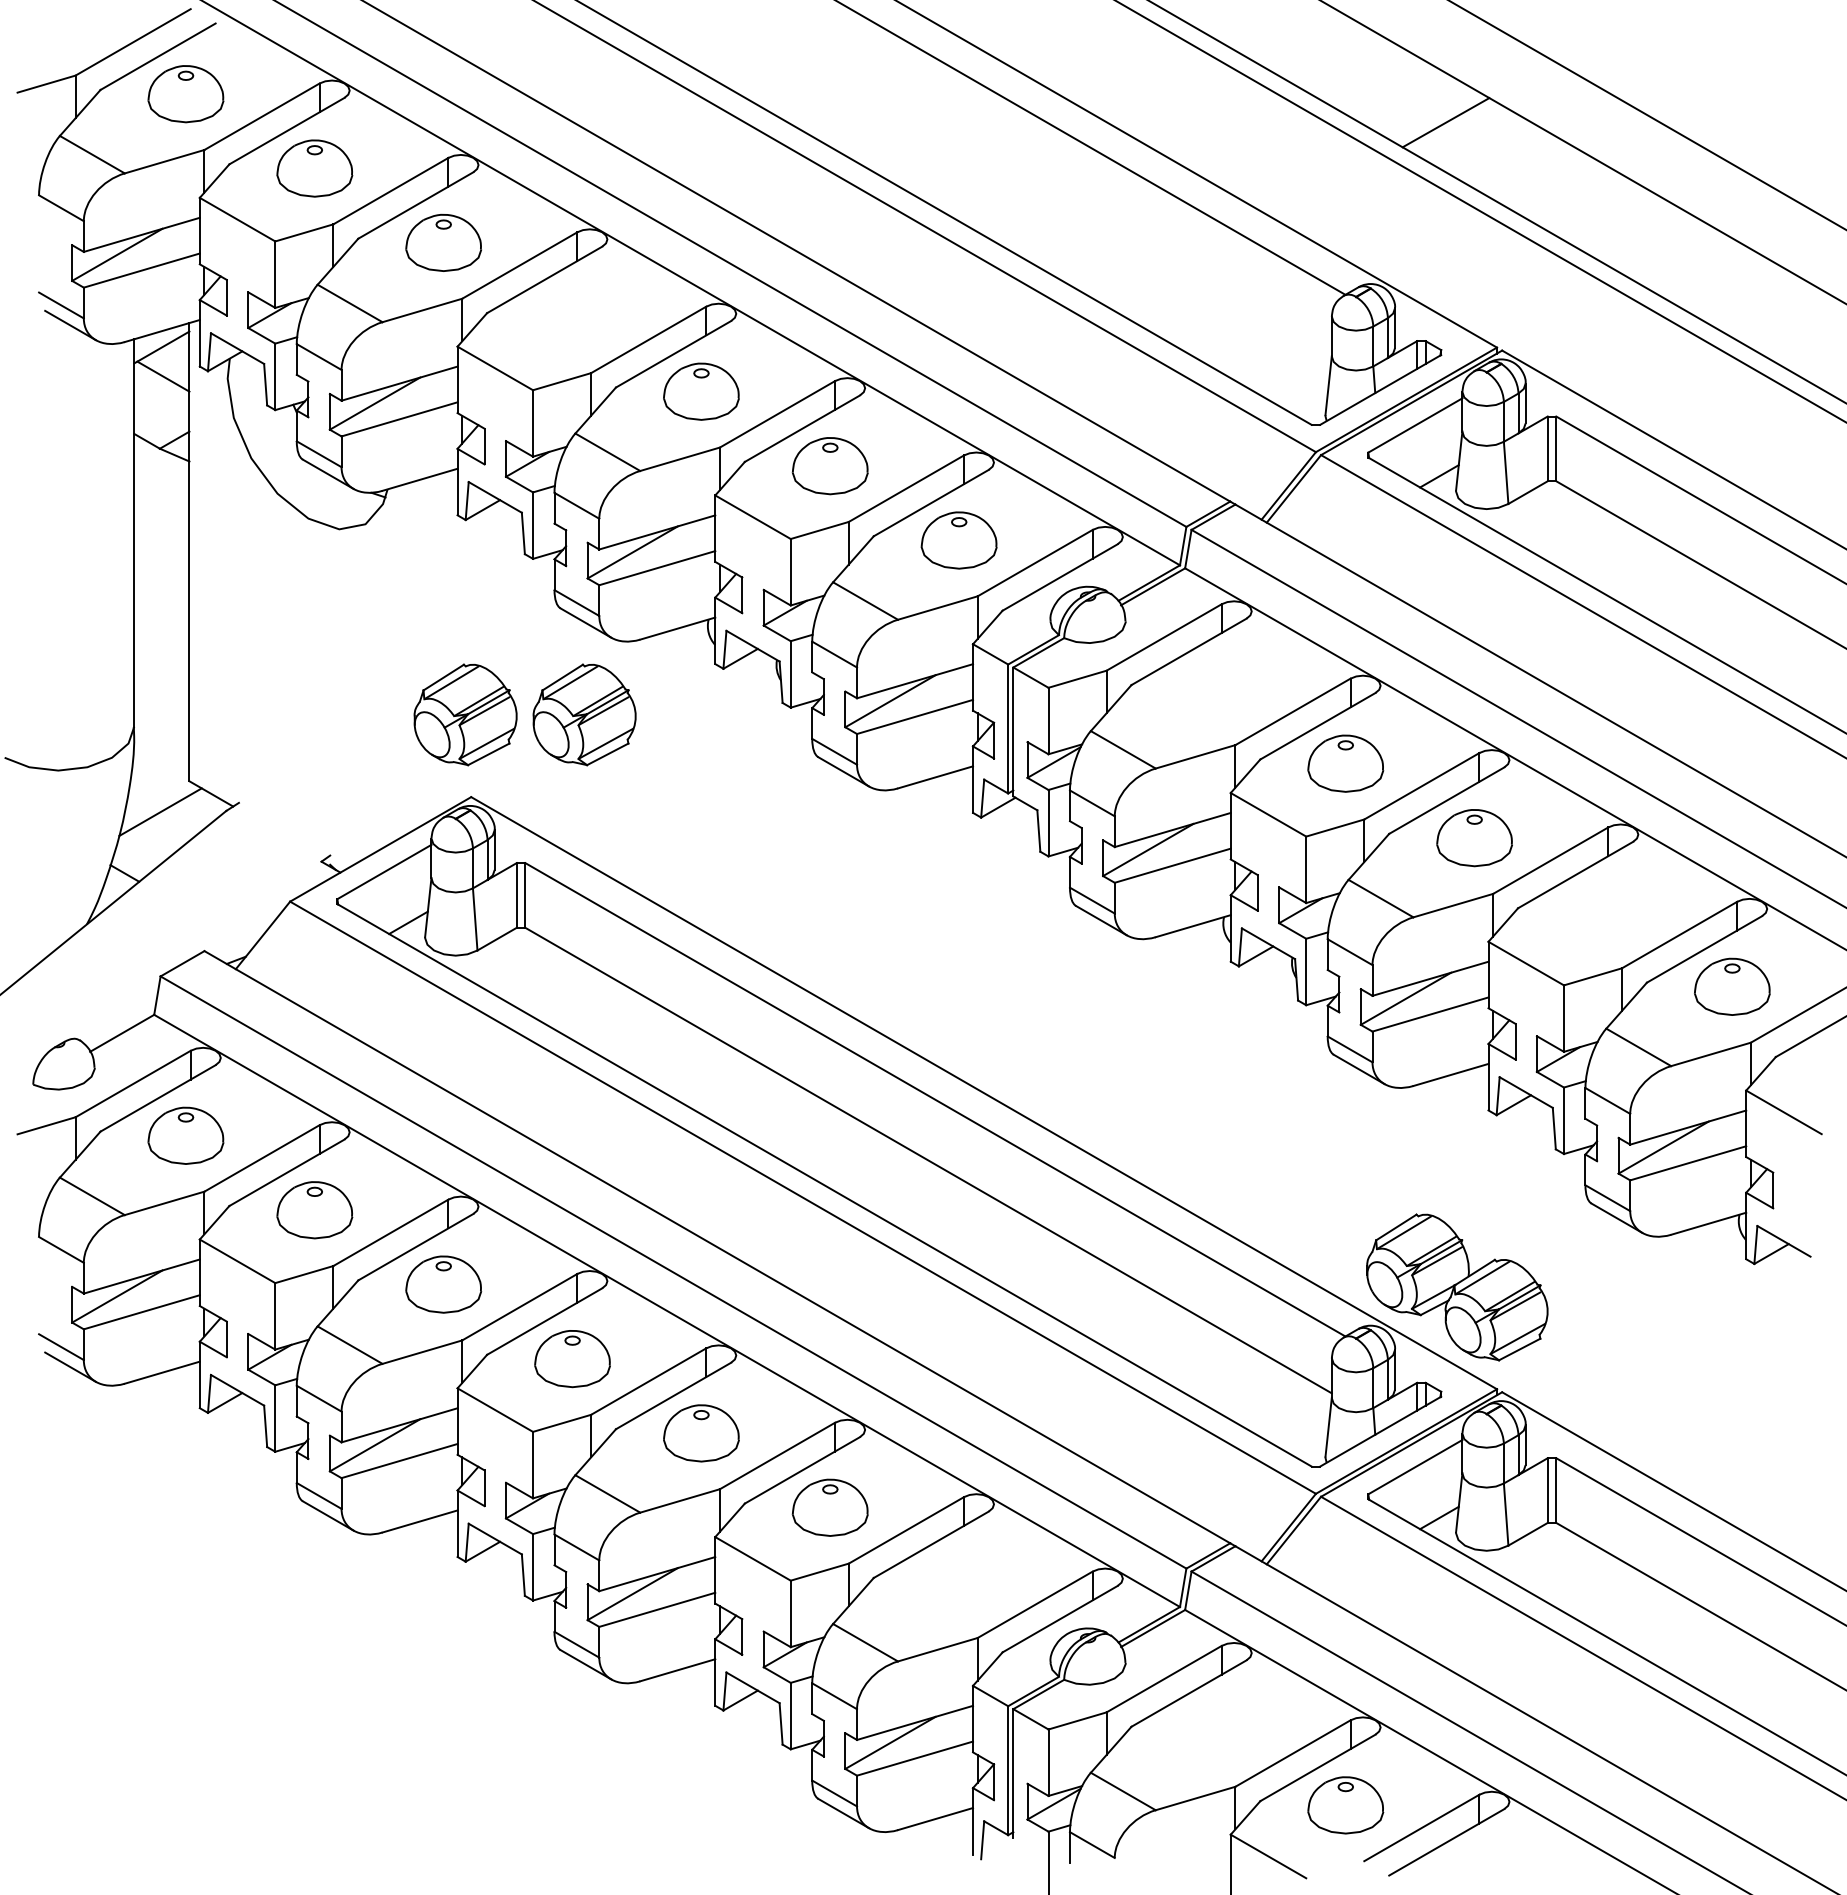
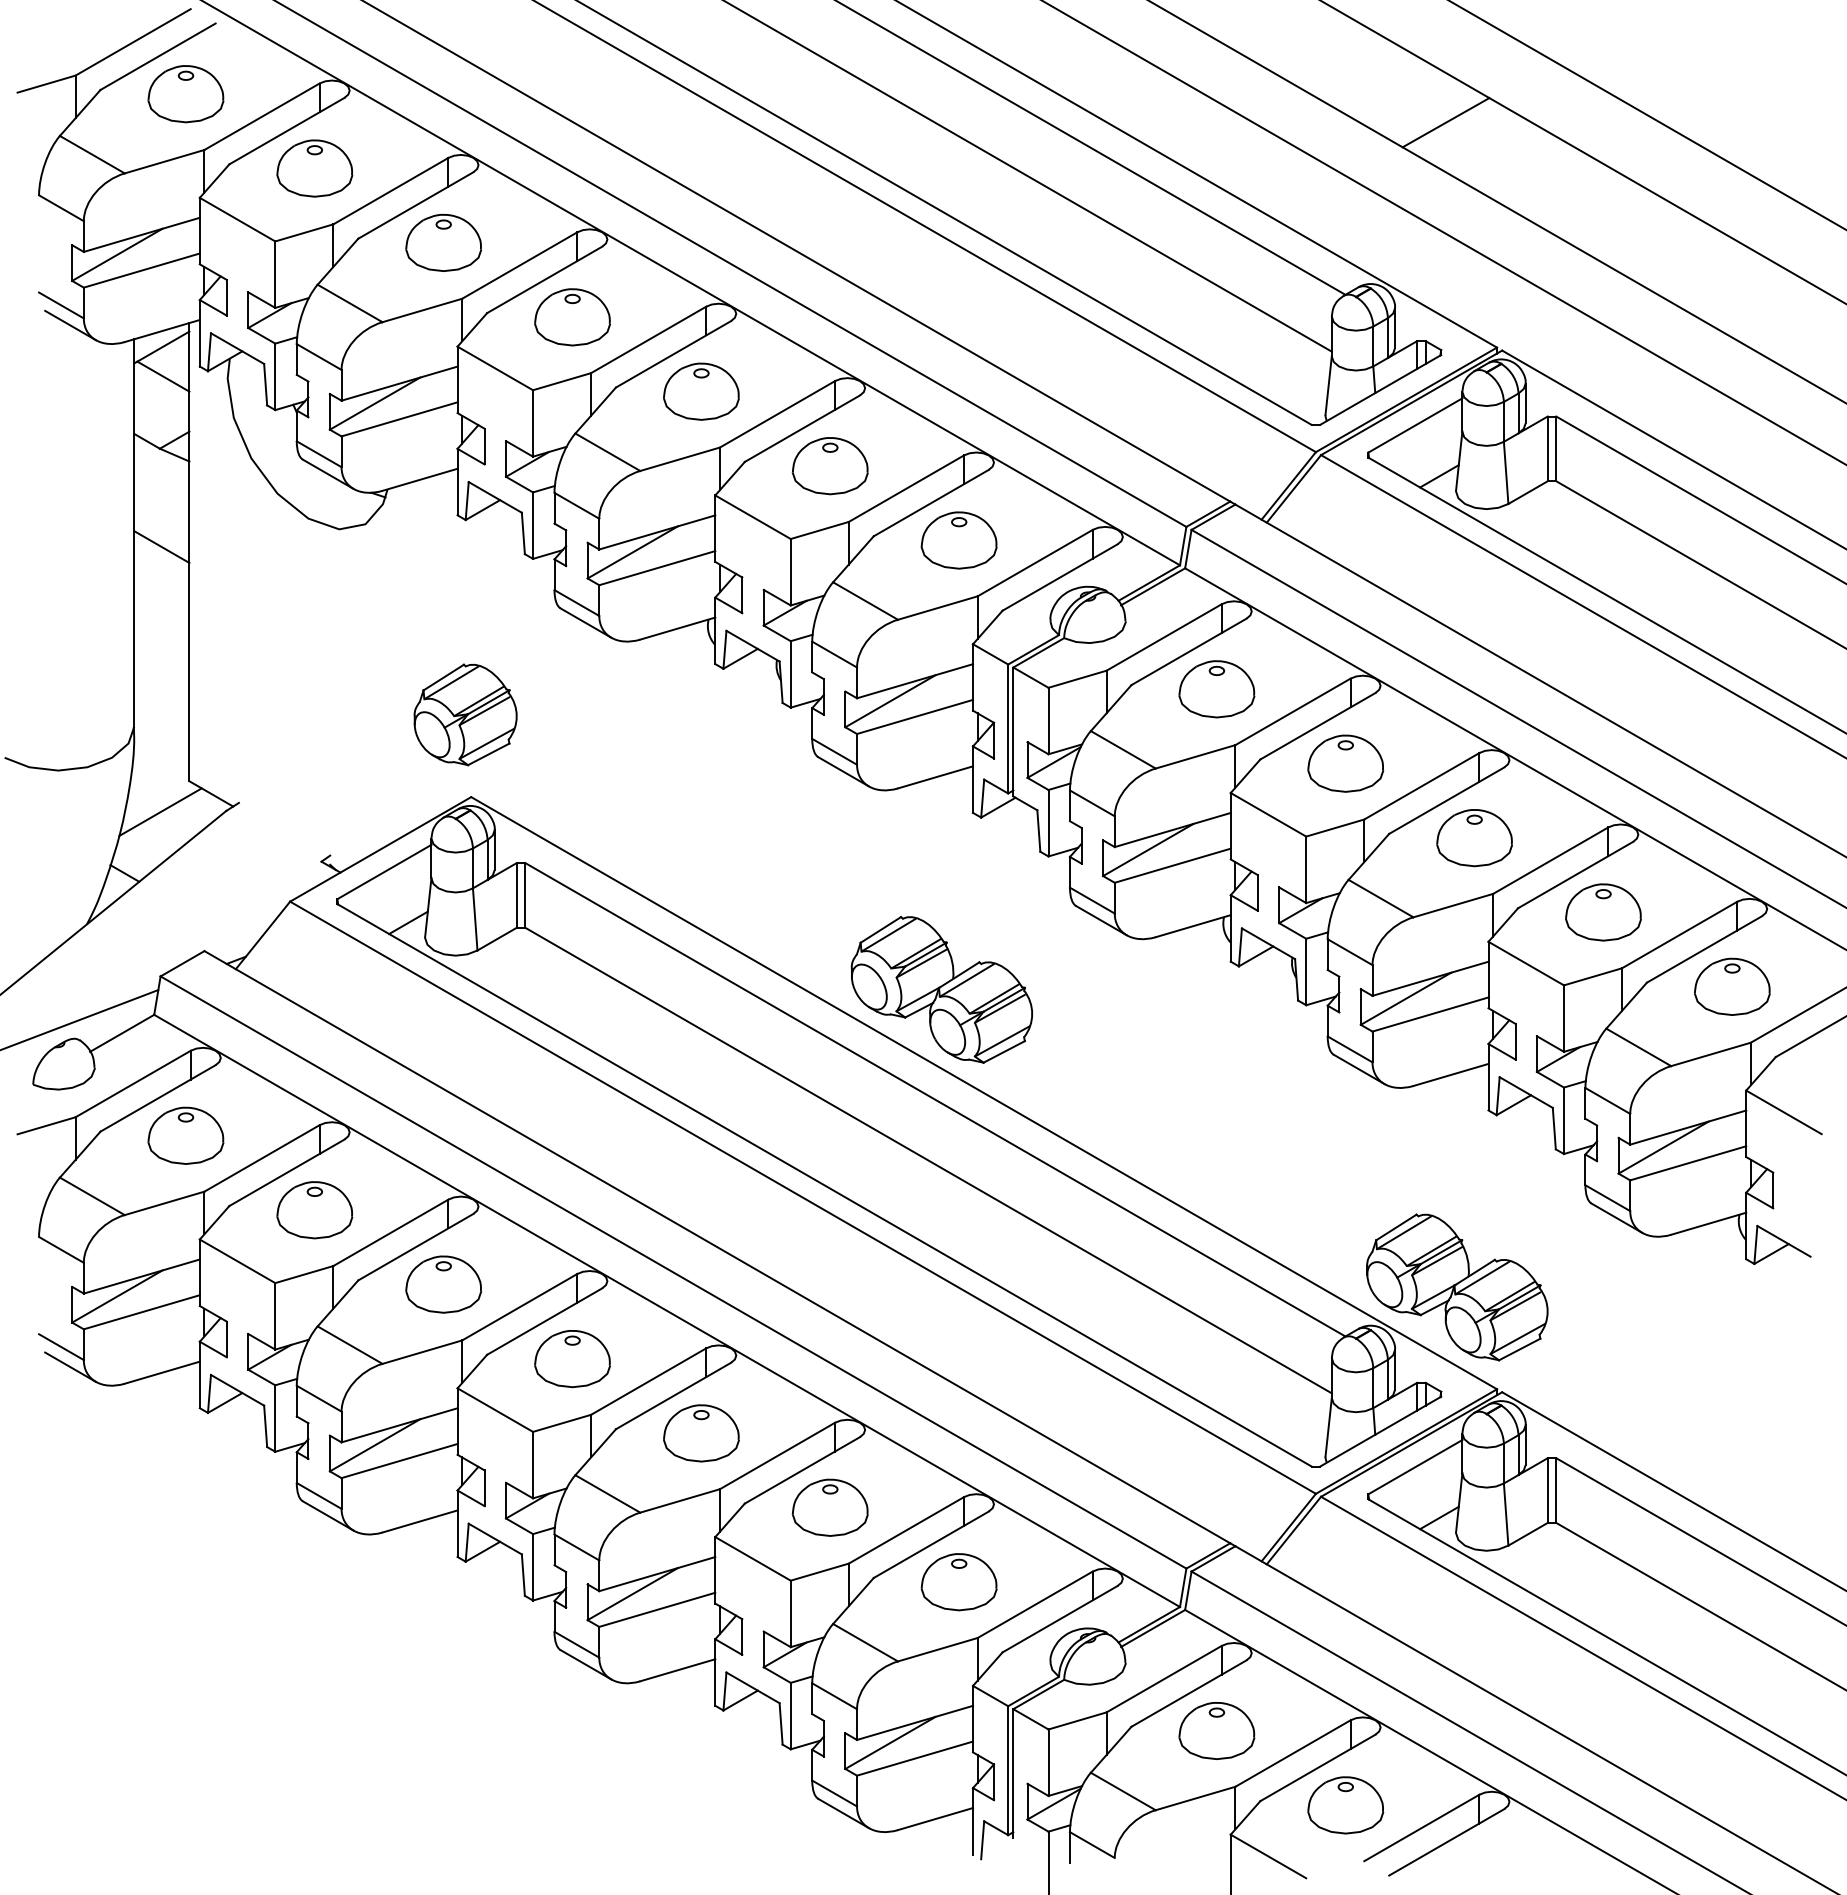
line at (1028, 176): none -> present
line at (1480, 211) position: (1480, 211) -> (1444, 232)
part at (572, 317): none -> present
line at (161, 547): none -> present
part at (1216, 689): none -> present
part at (584, 714): present -> none
part at (1603, 912): none -> present
part at (941, 989): none -> present
line at (80, 1019): none -> present
part at (958, 1582): none -> present
part at (1216, 1730): none -> present
